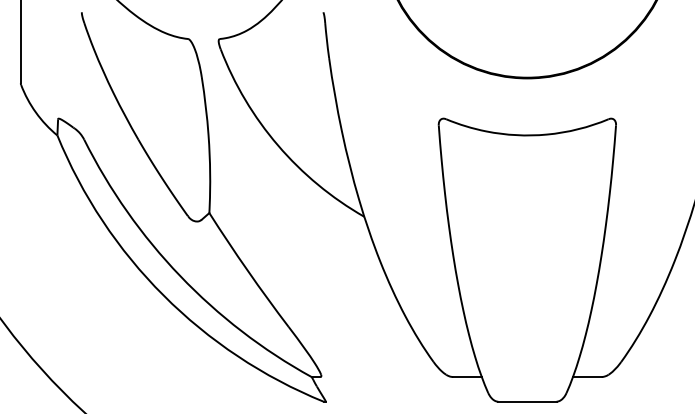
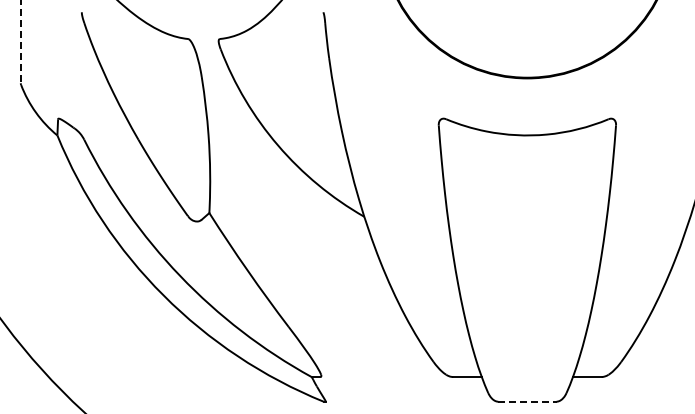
line at (20, 42): solid -> dashed
line at (527, 401): solid -> dashed
